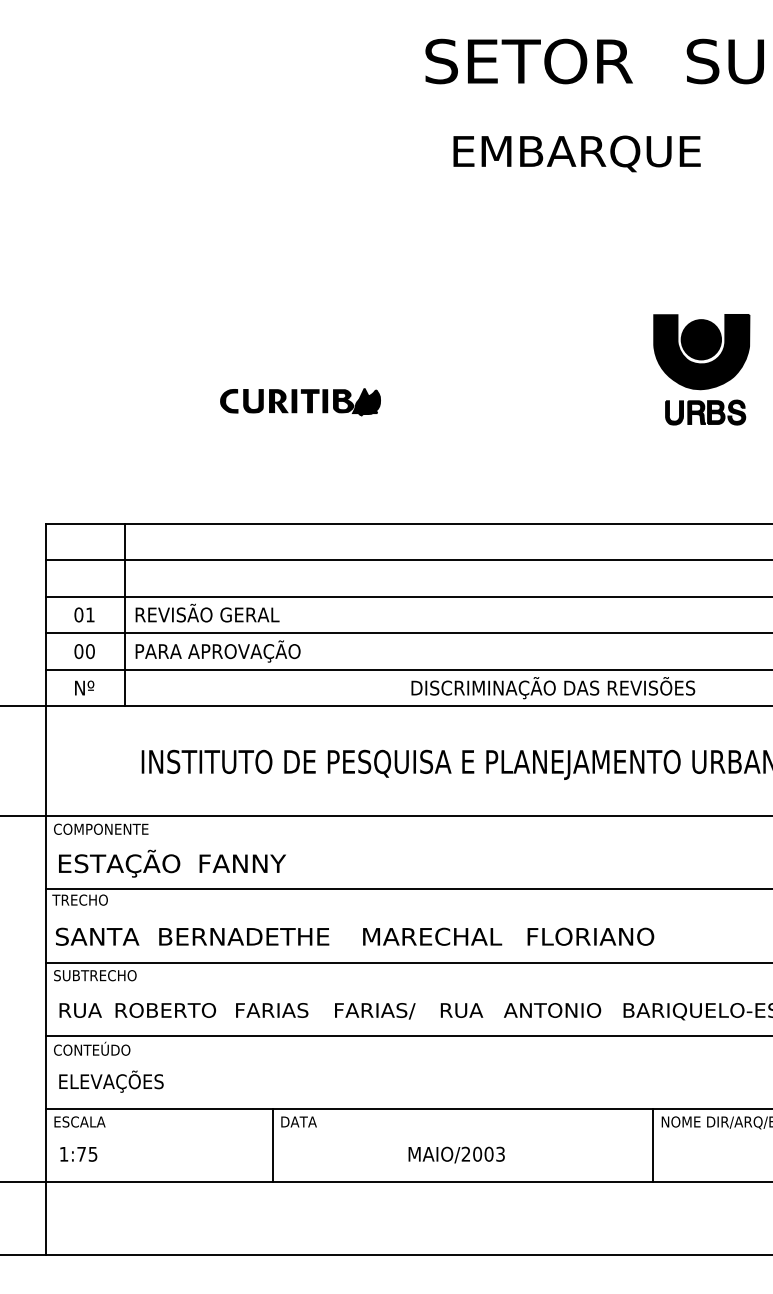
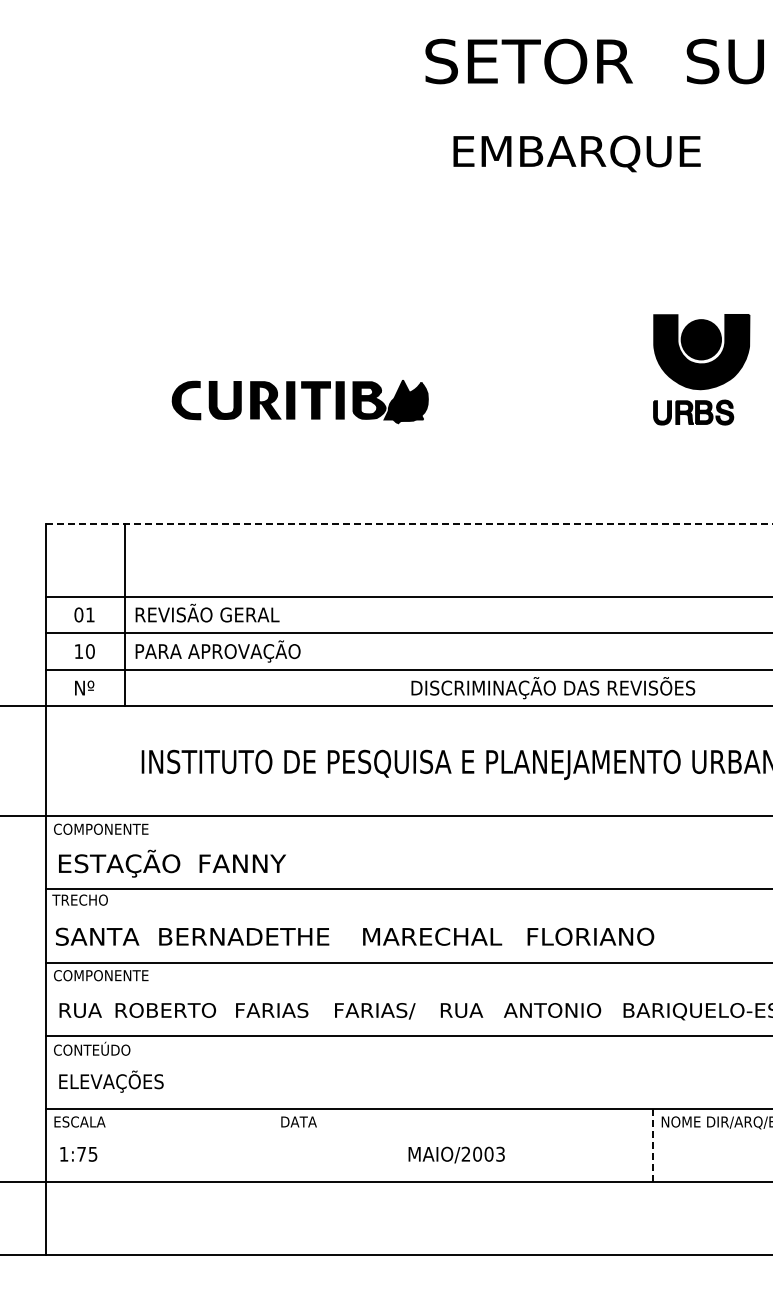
part at (300, 402) size: 161x29 px -> 258x45 px
part at (705, 412) position: (705, 412) -> (693, 412)
line at (409, 523): solid -> dashed
line at (407, 560): present -> none
text at (78, 651): 00 -> 10
text at (101, 975): SUBTRECHO -> COMPONENTE
line at (272, 1145): present -> none
line at (653, 1145): solid -> dashed
